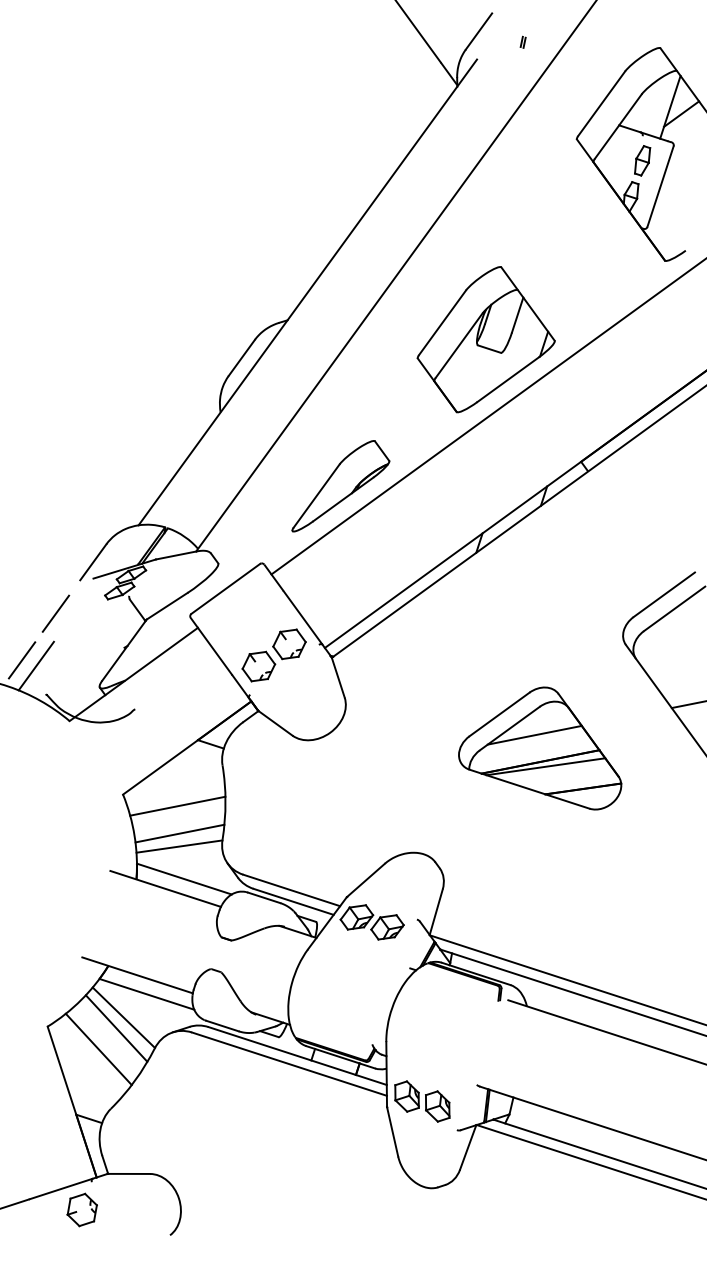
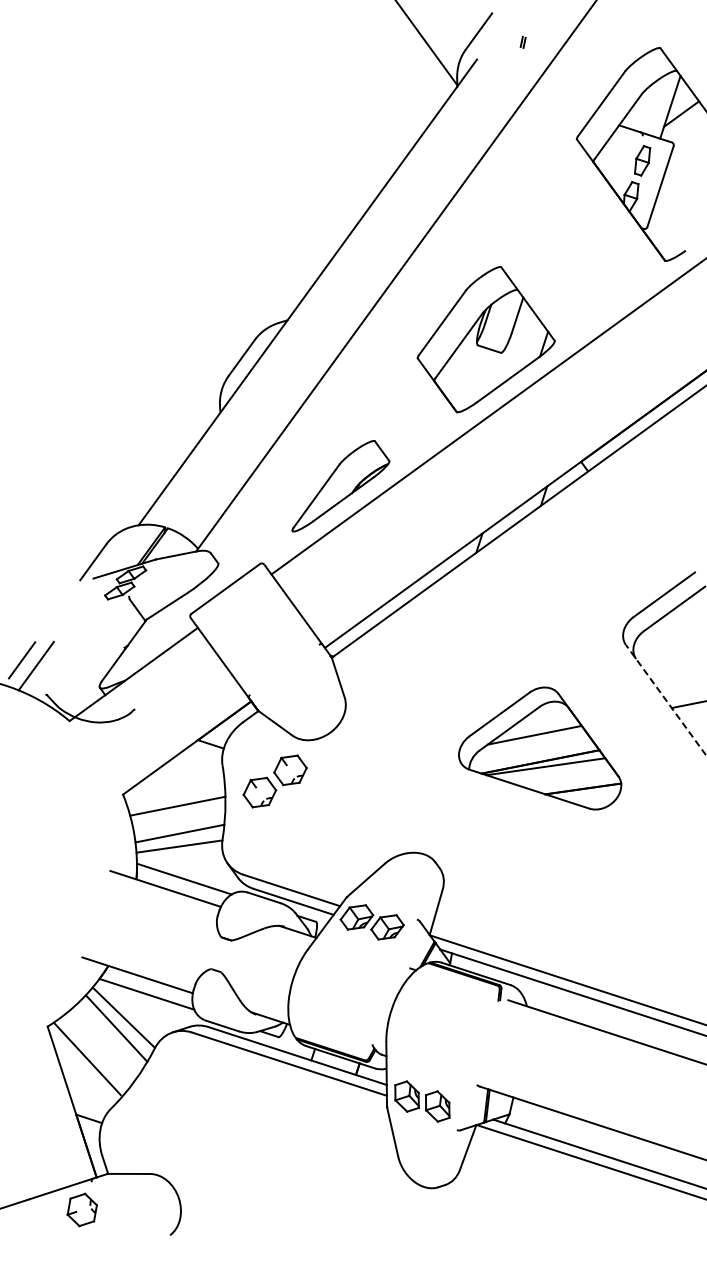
line at (55, 613): present -> none
part at (273, 655) position: (273, 655) -> (274, 781)
line at (666, 700): solid -> dashed
line at (98, 1049) position: (98, 1049) -> (87, 1059)
